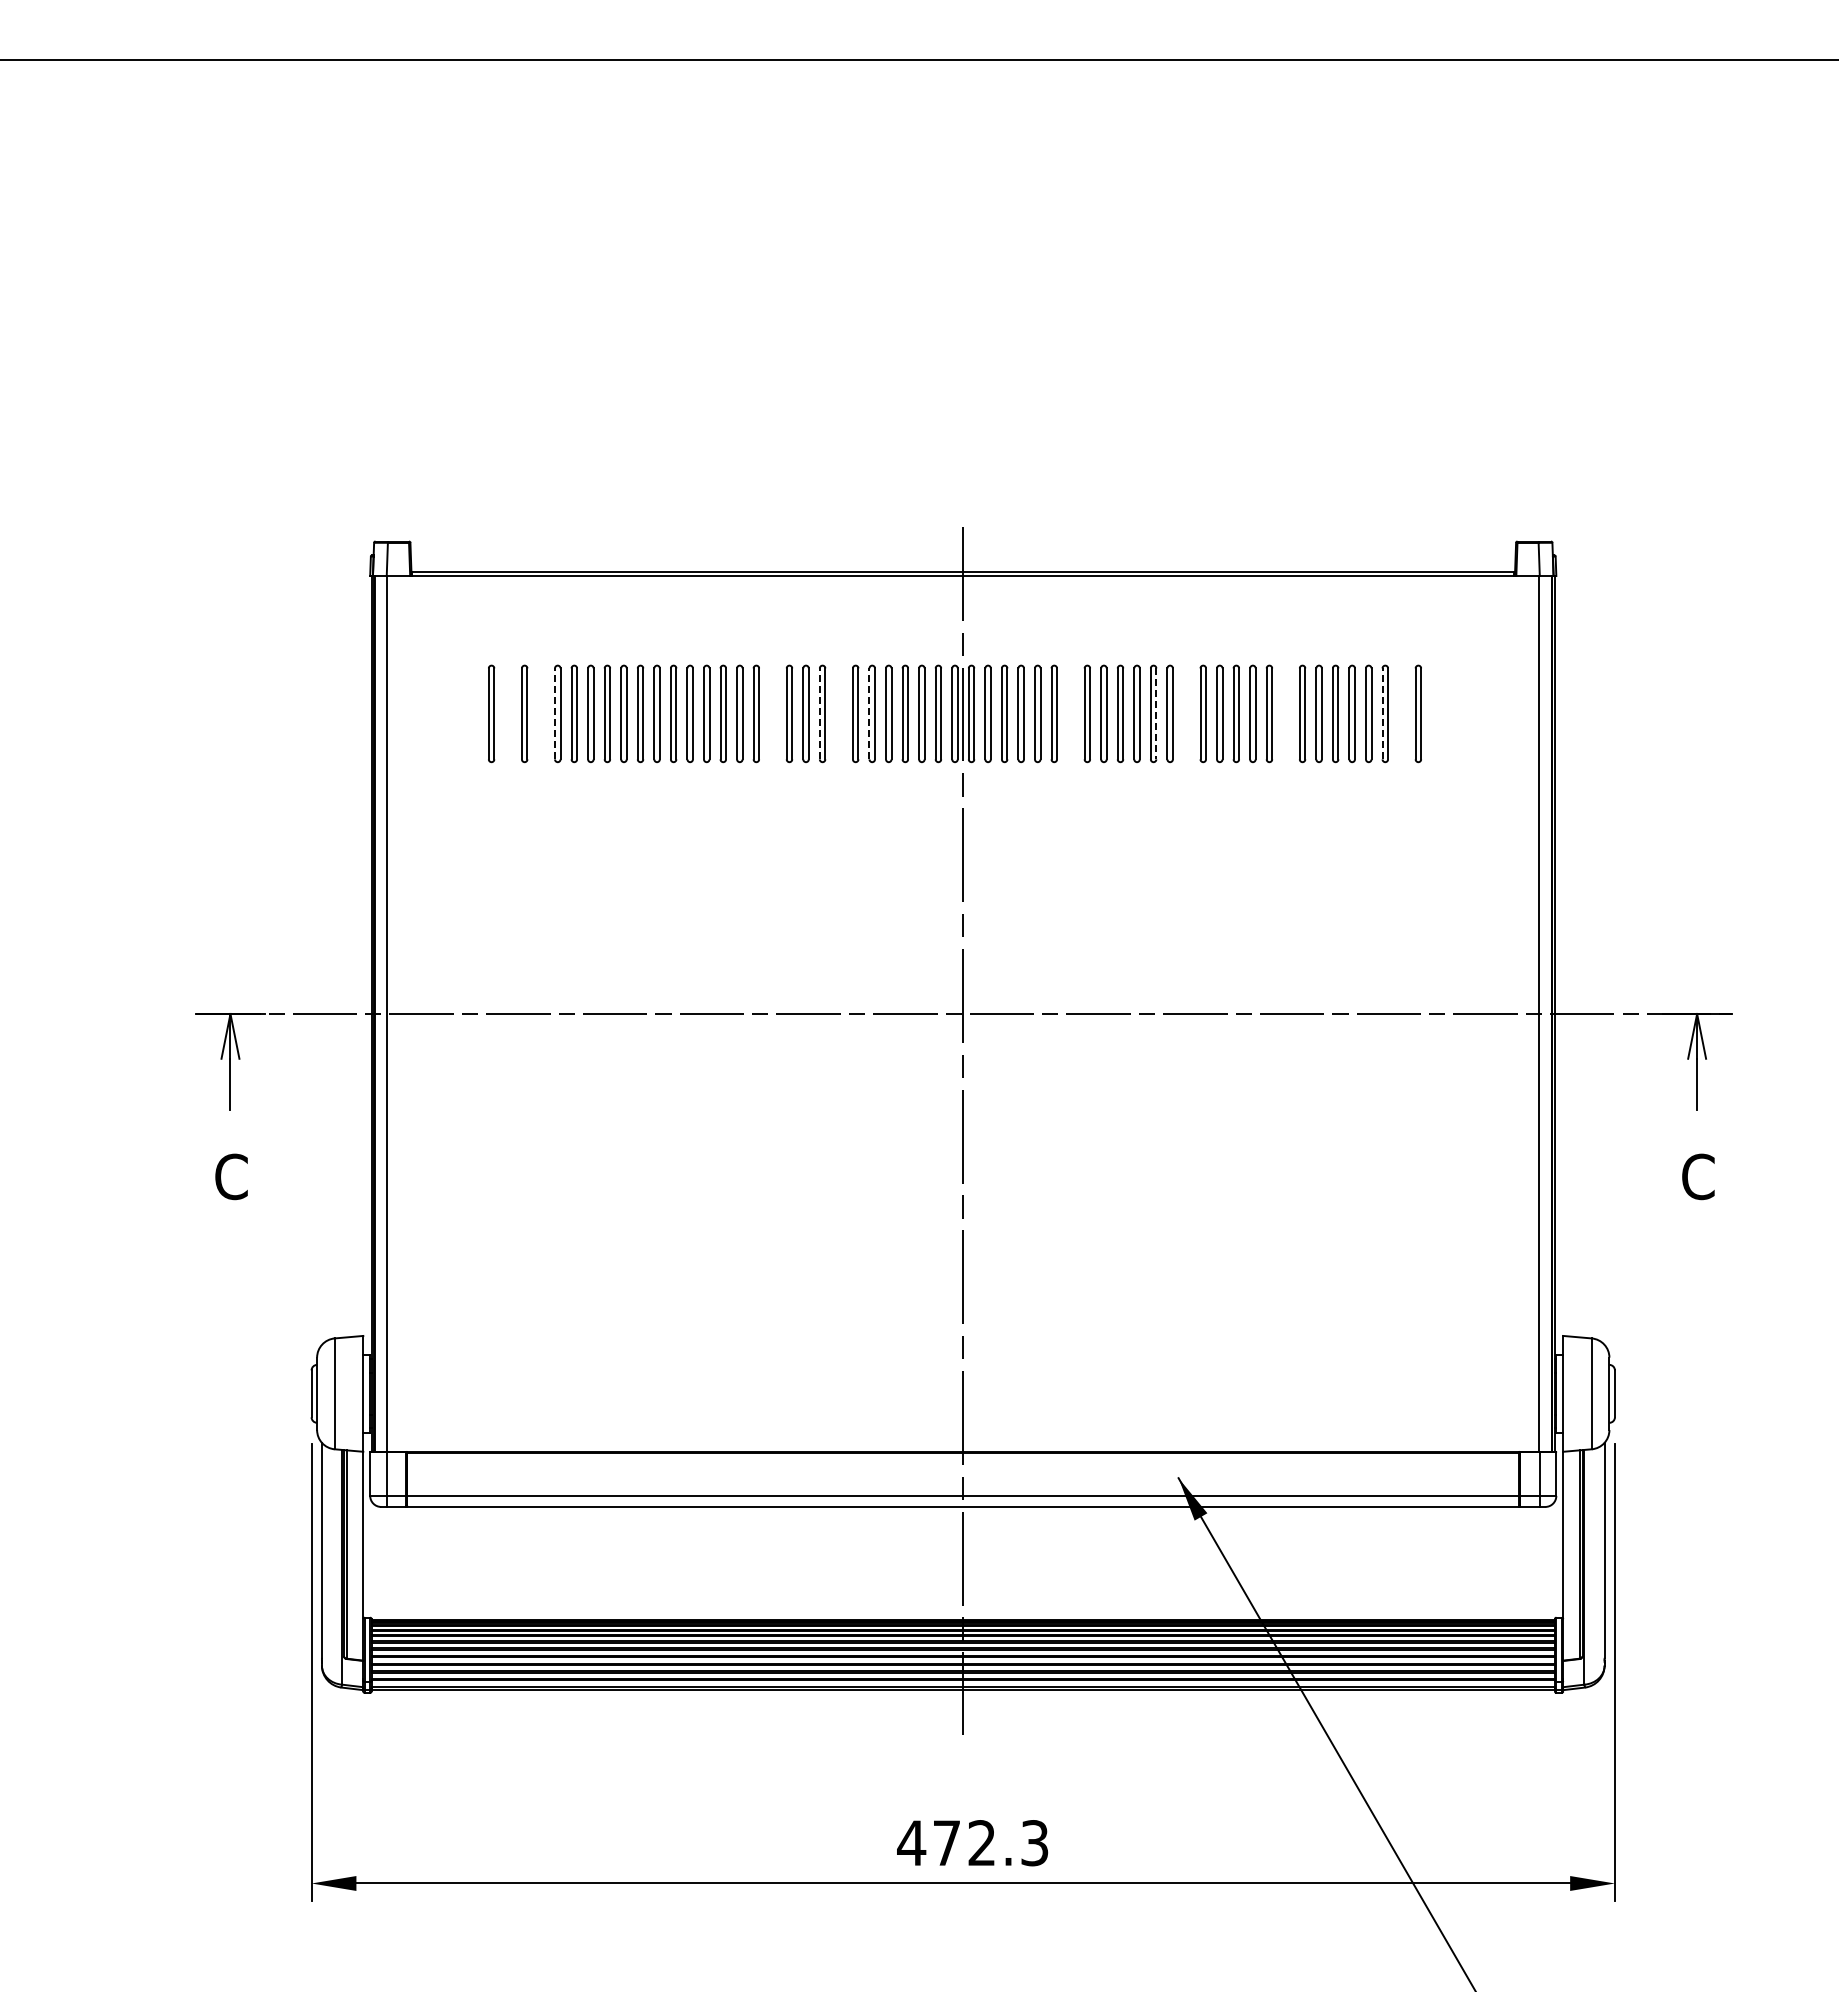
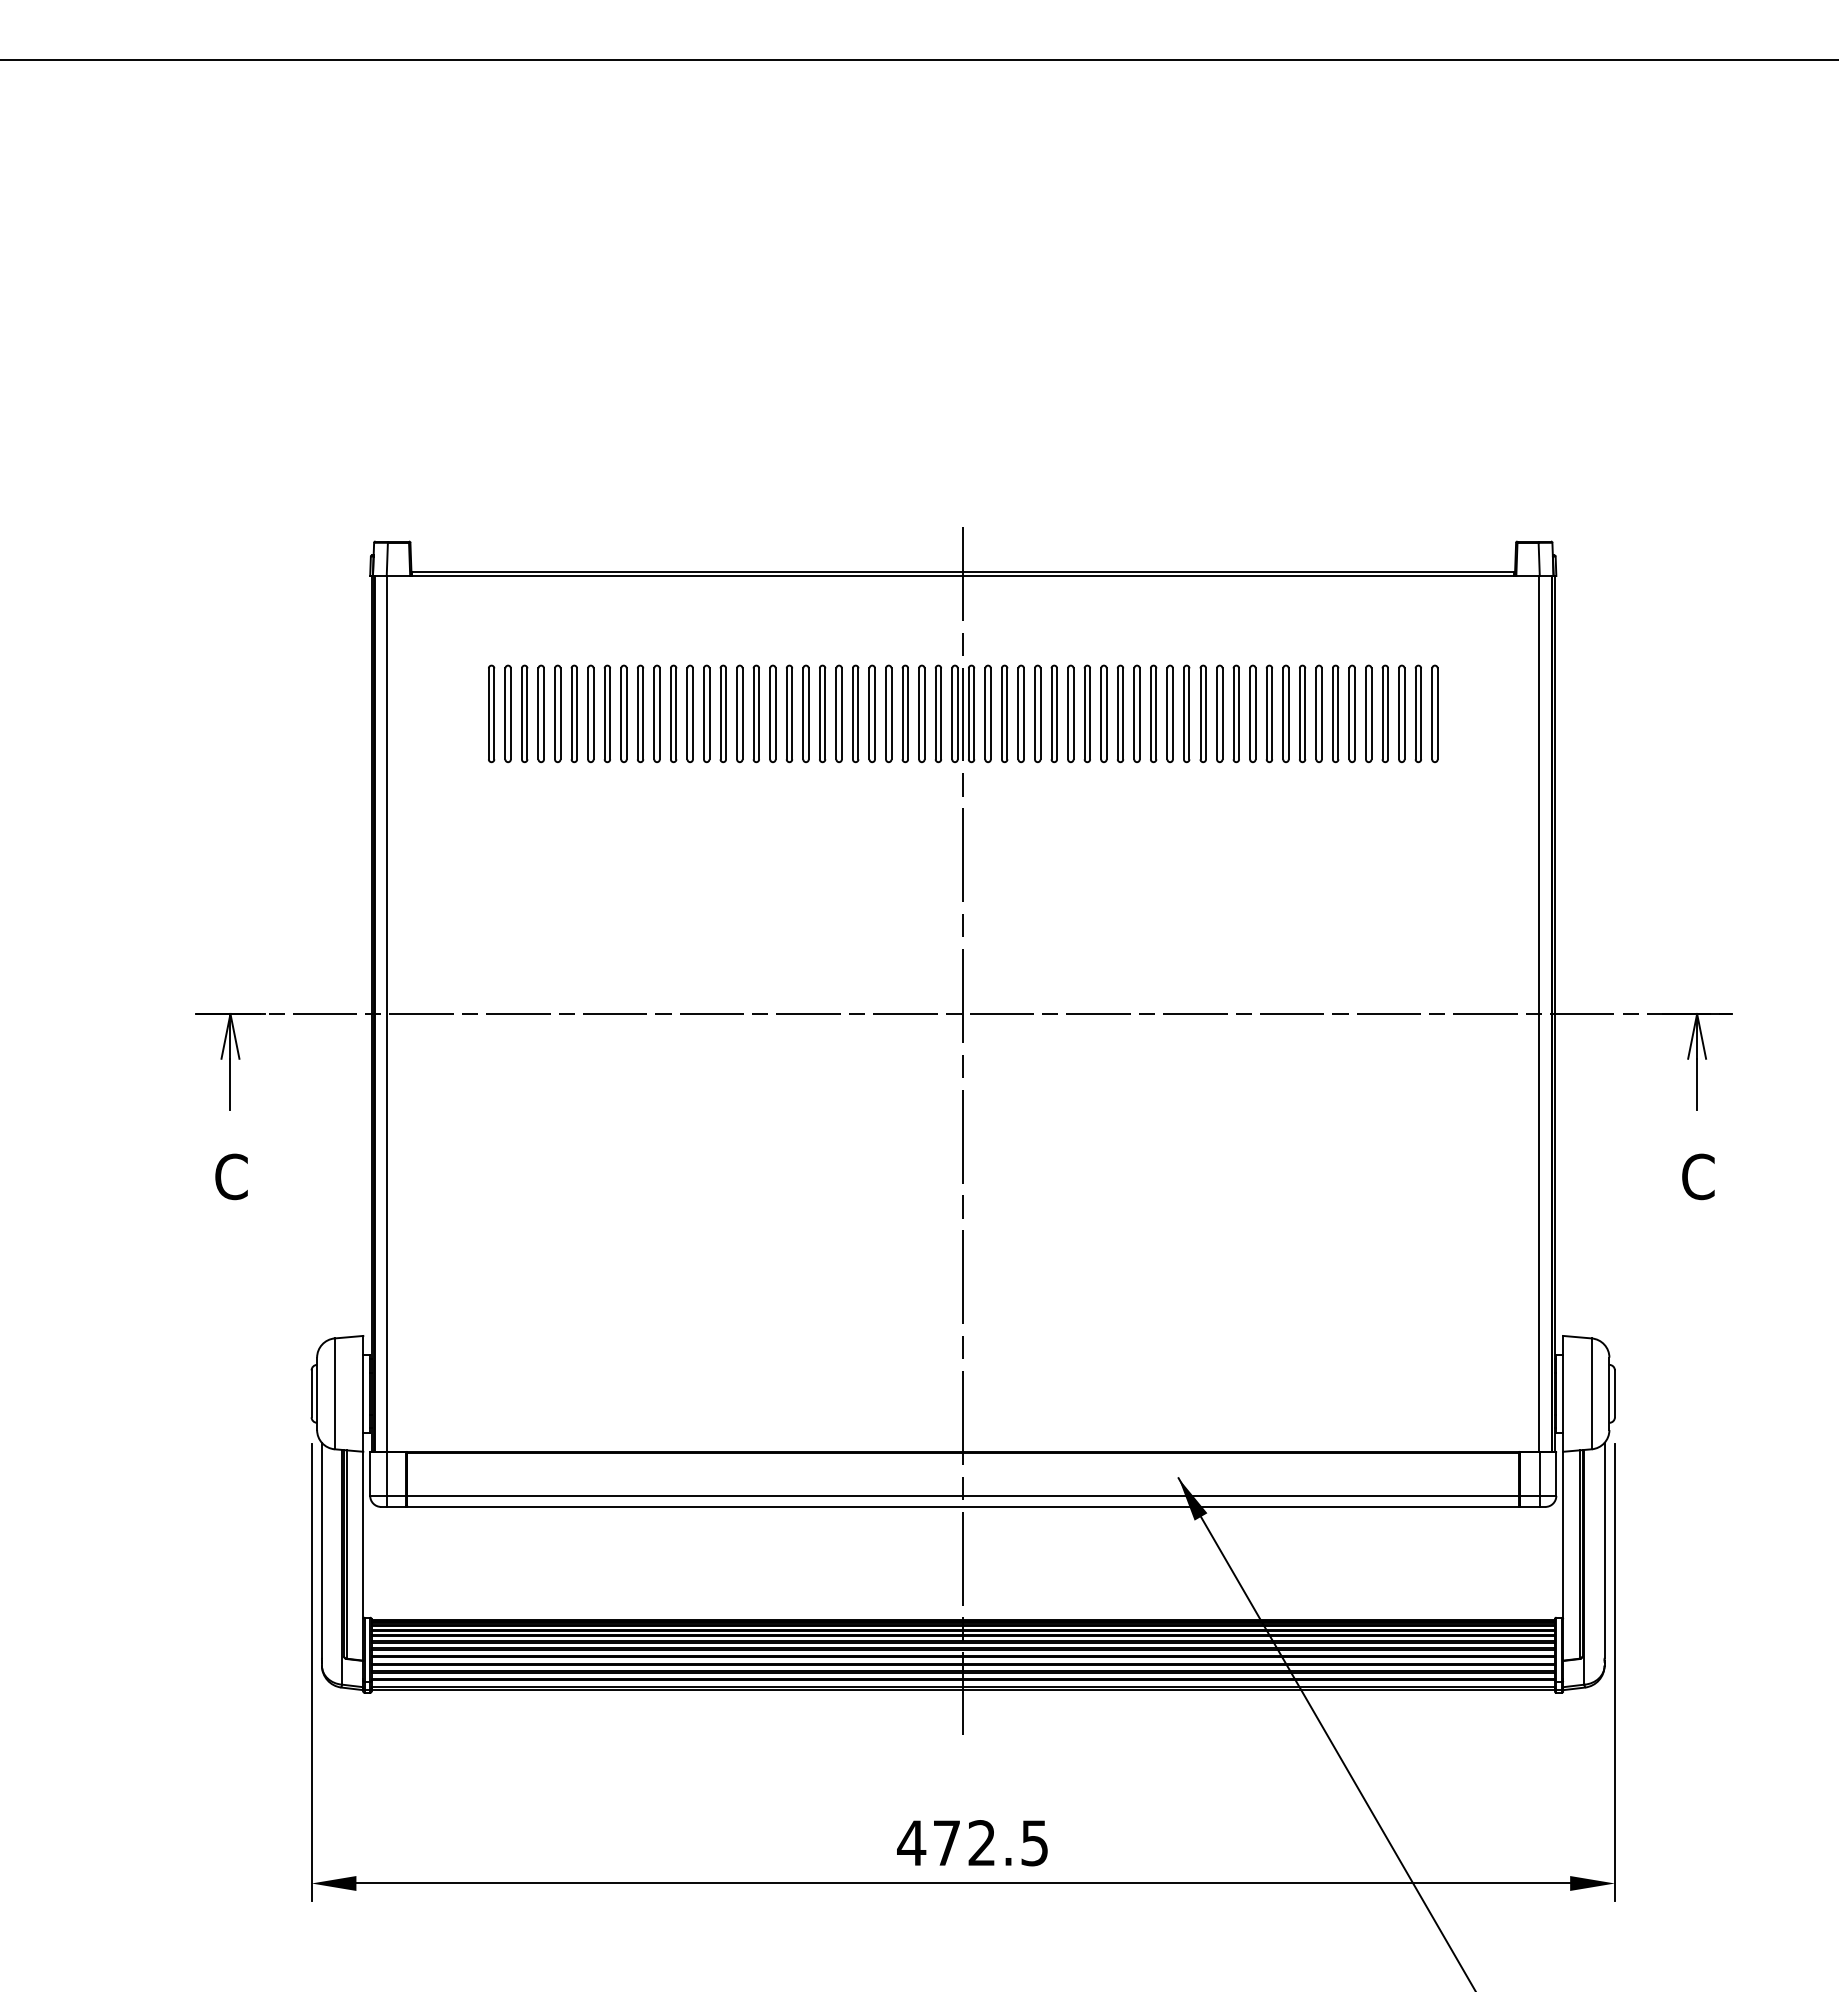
part at (507, 713): none -> present
part at (540, 713): none -> present
line at (555, 713): dashed -> solid
part at (772, 713): none -> present
line at (819, 713): dashed -> solid
part at (838, 713): none -> present
line at (869, 713): dashed -> solid
part at (1070, 713): none -> present
line at (1156, 713): dashed -> solid
part at (1186, 713): none -> present
part at (1285, 713): none -> present
line at (1382, 713): dashed -> solid
part at (1401, 713): none -> present
part at (1434, 713): none -> present
text at (1035, 1842): 472.3 -> 472.5
